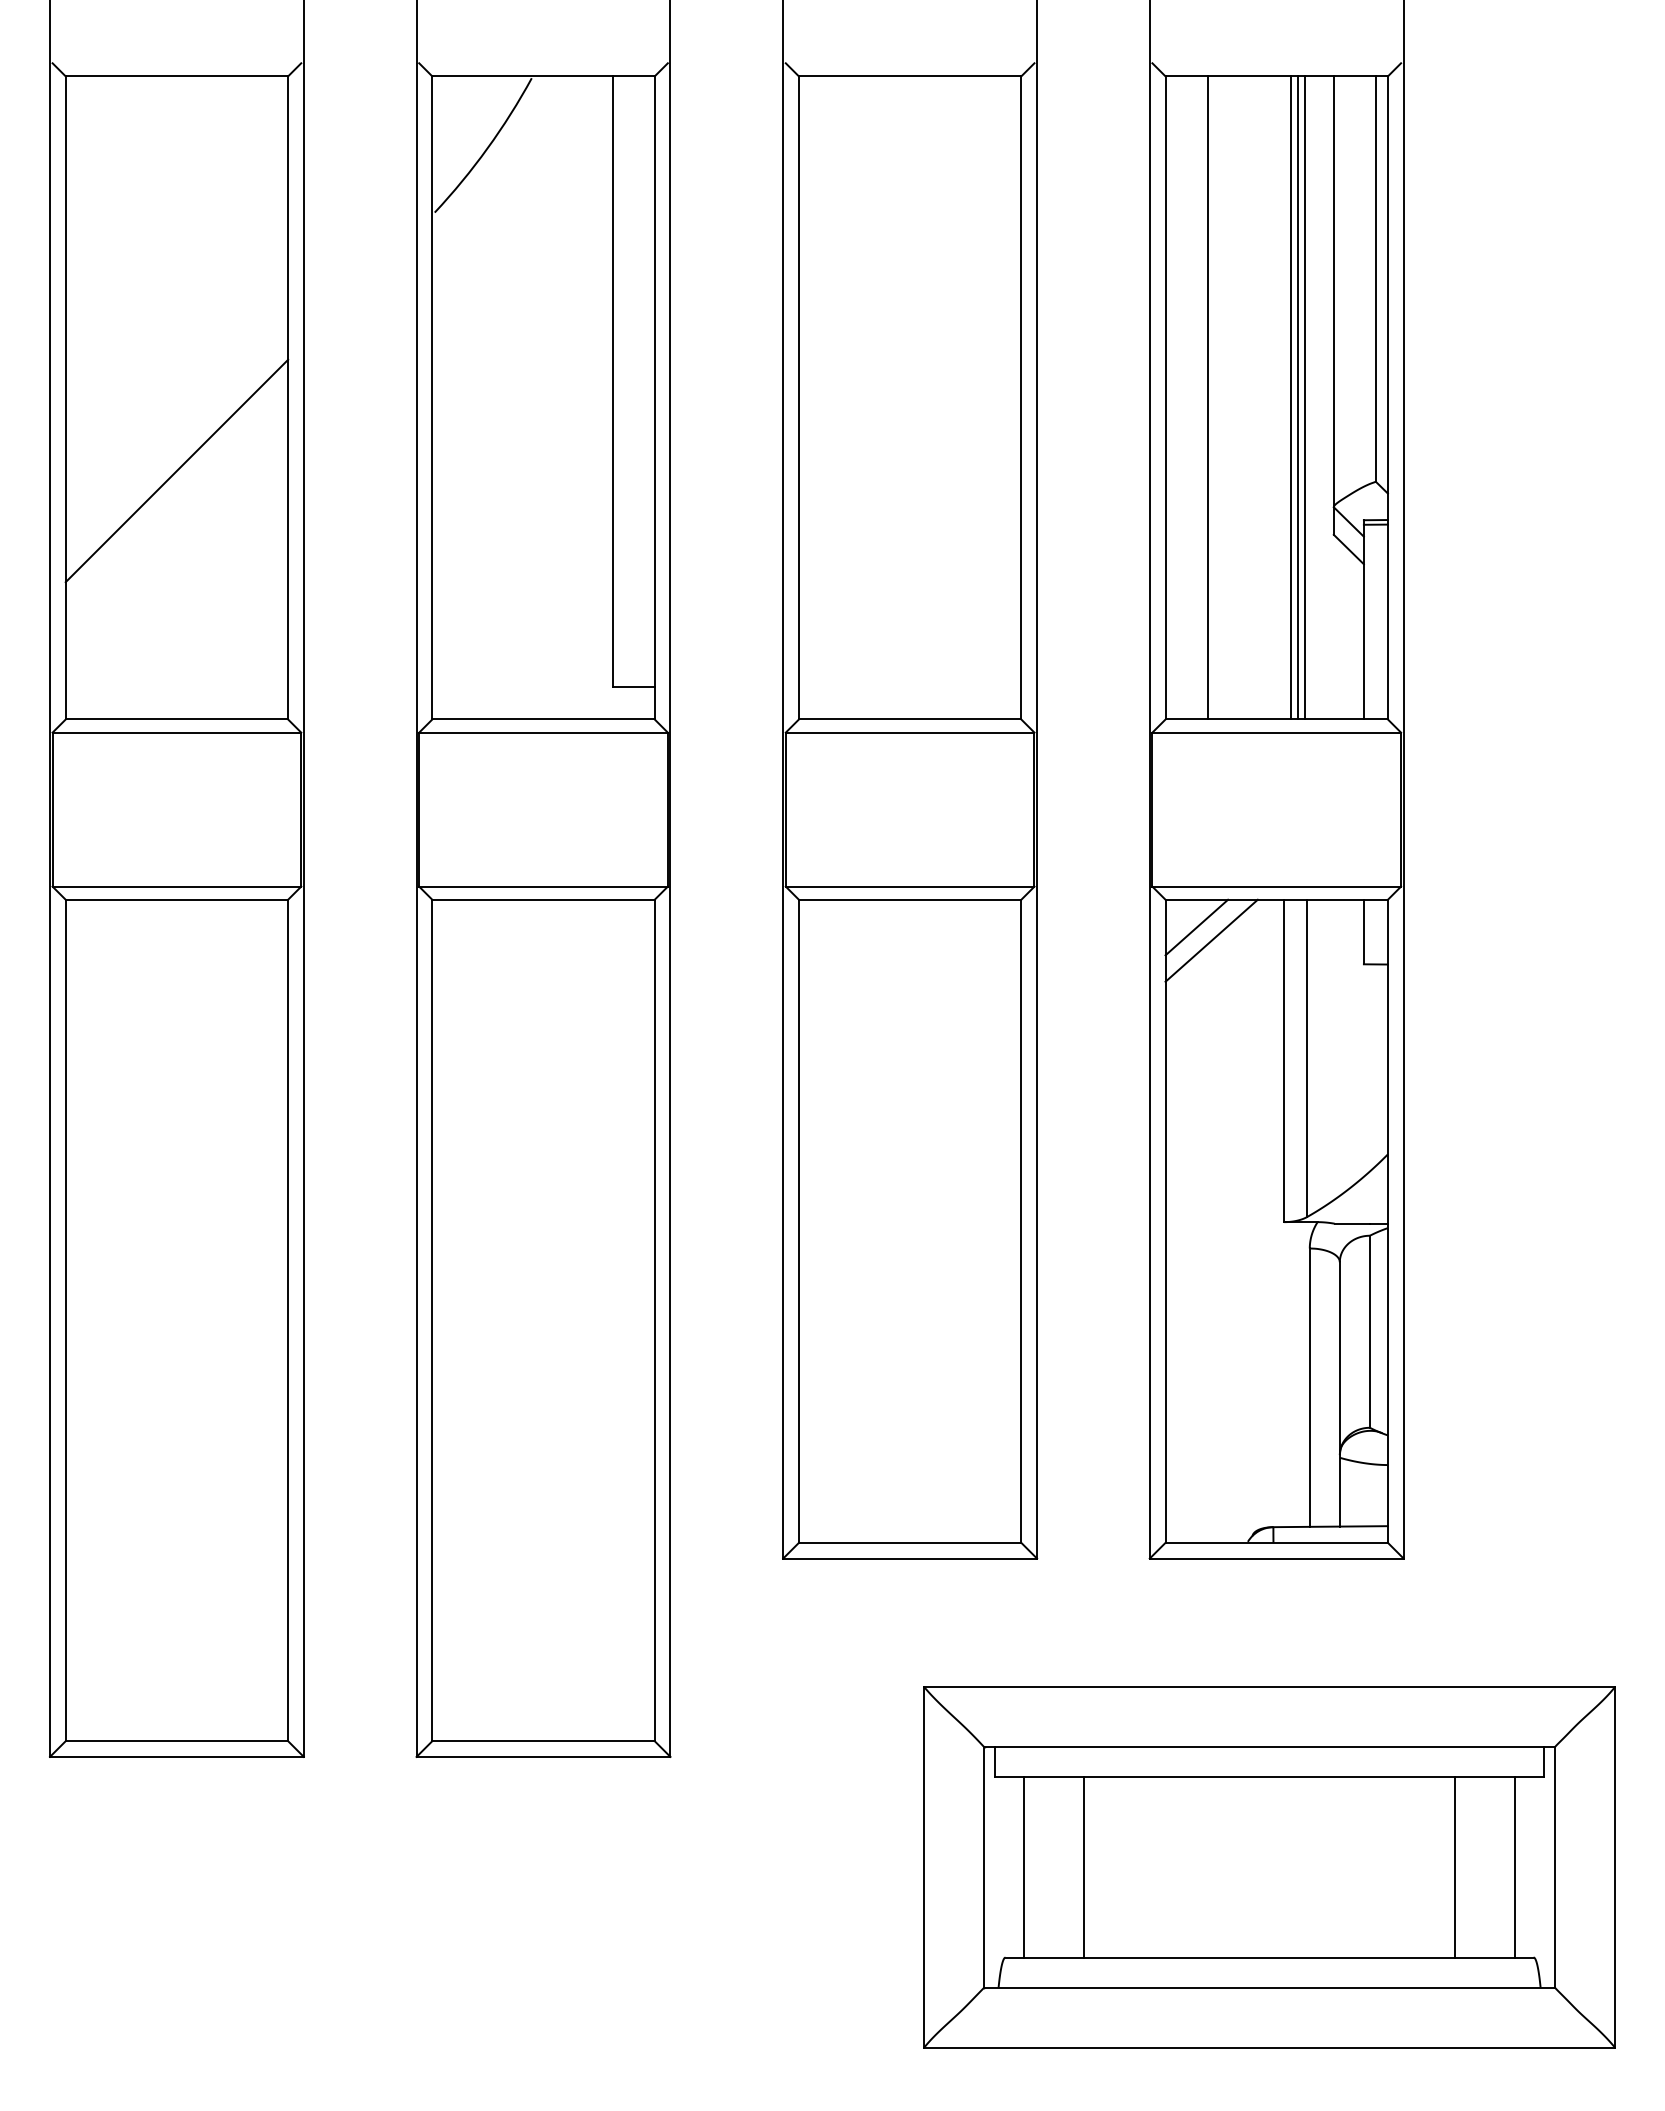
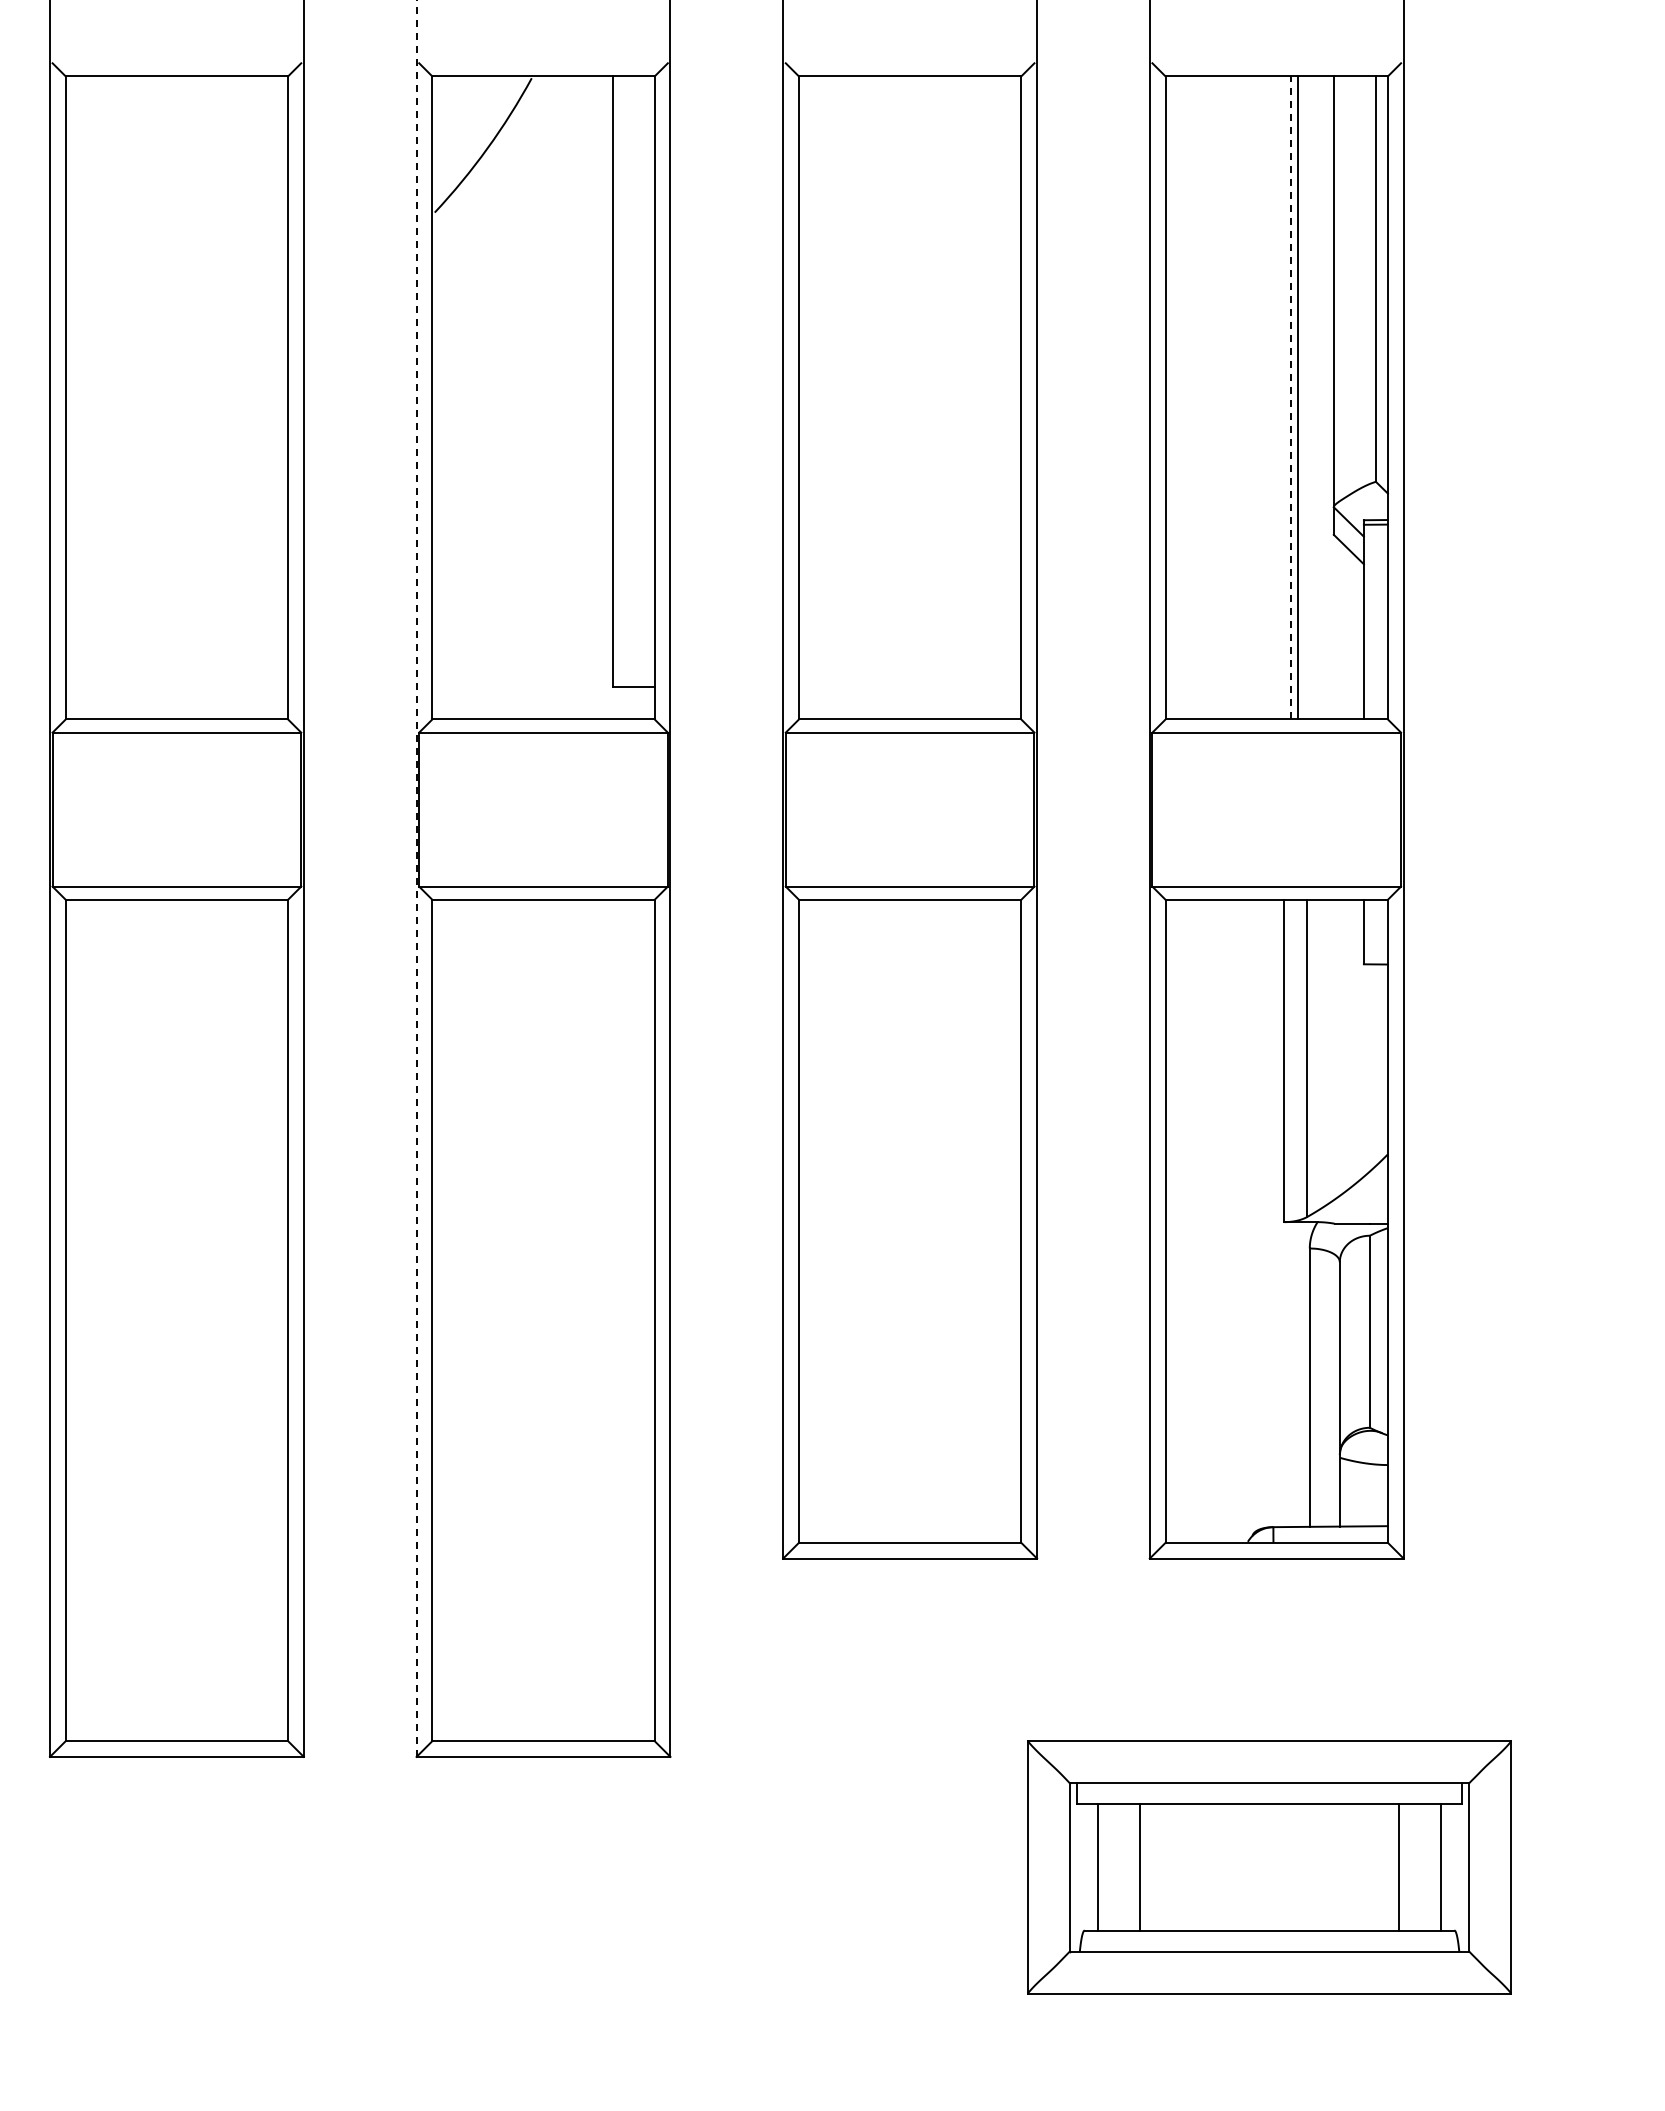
line at (1207, 397): present -> none
line at (1290, 397): solid -> dashed
line at (1305, 397): present -> none
line at (176, 470): present -> none
line at (416, 878): solid -> dashed
line at (1196, 927): present -> none
line at (1211, 940): present -> none
part at (1269, 1867) size: 693x363 px -> 485x255 px
